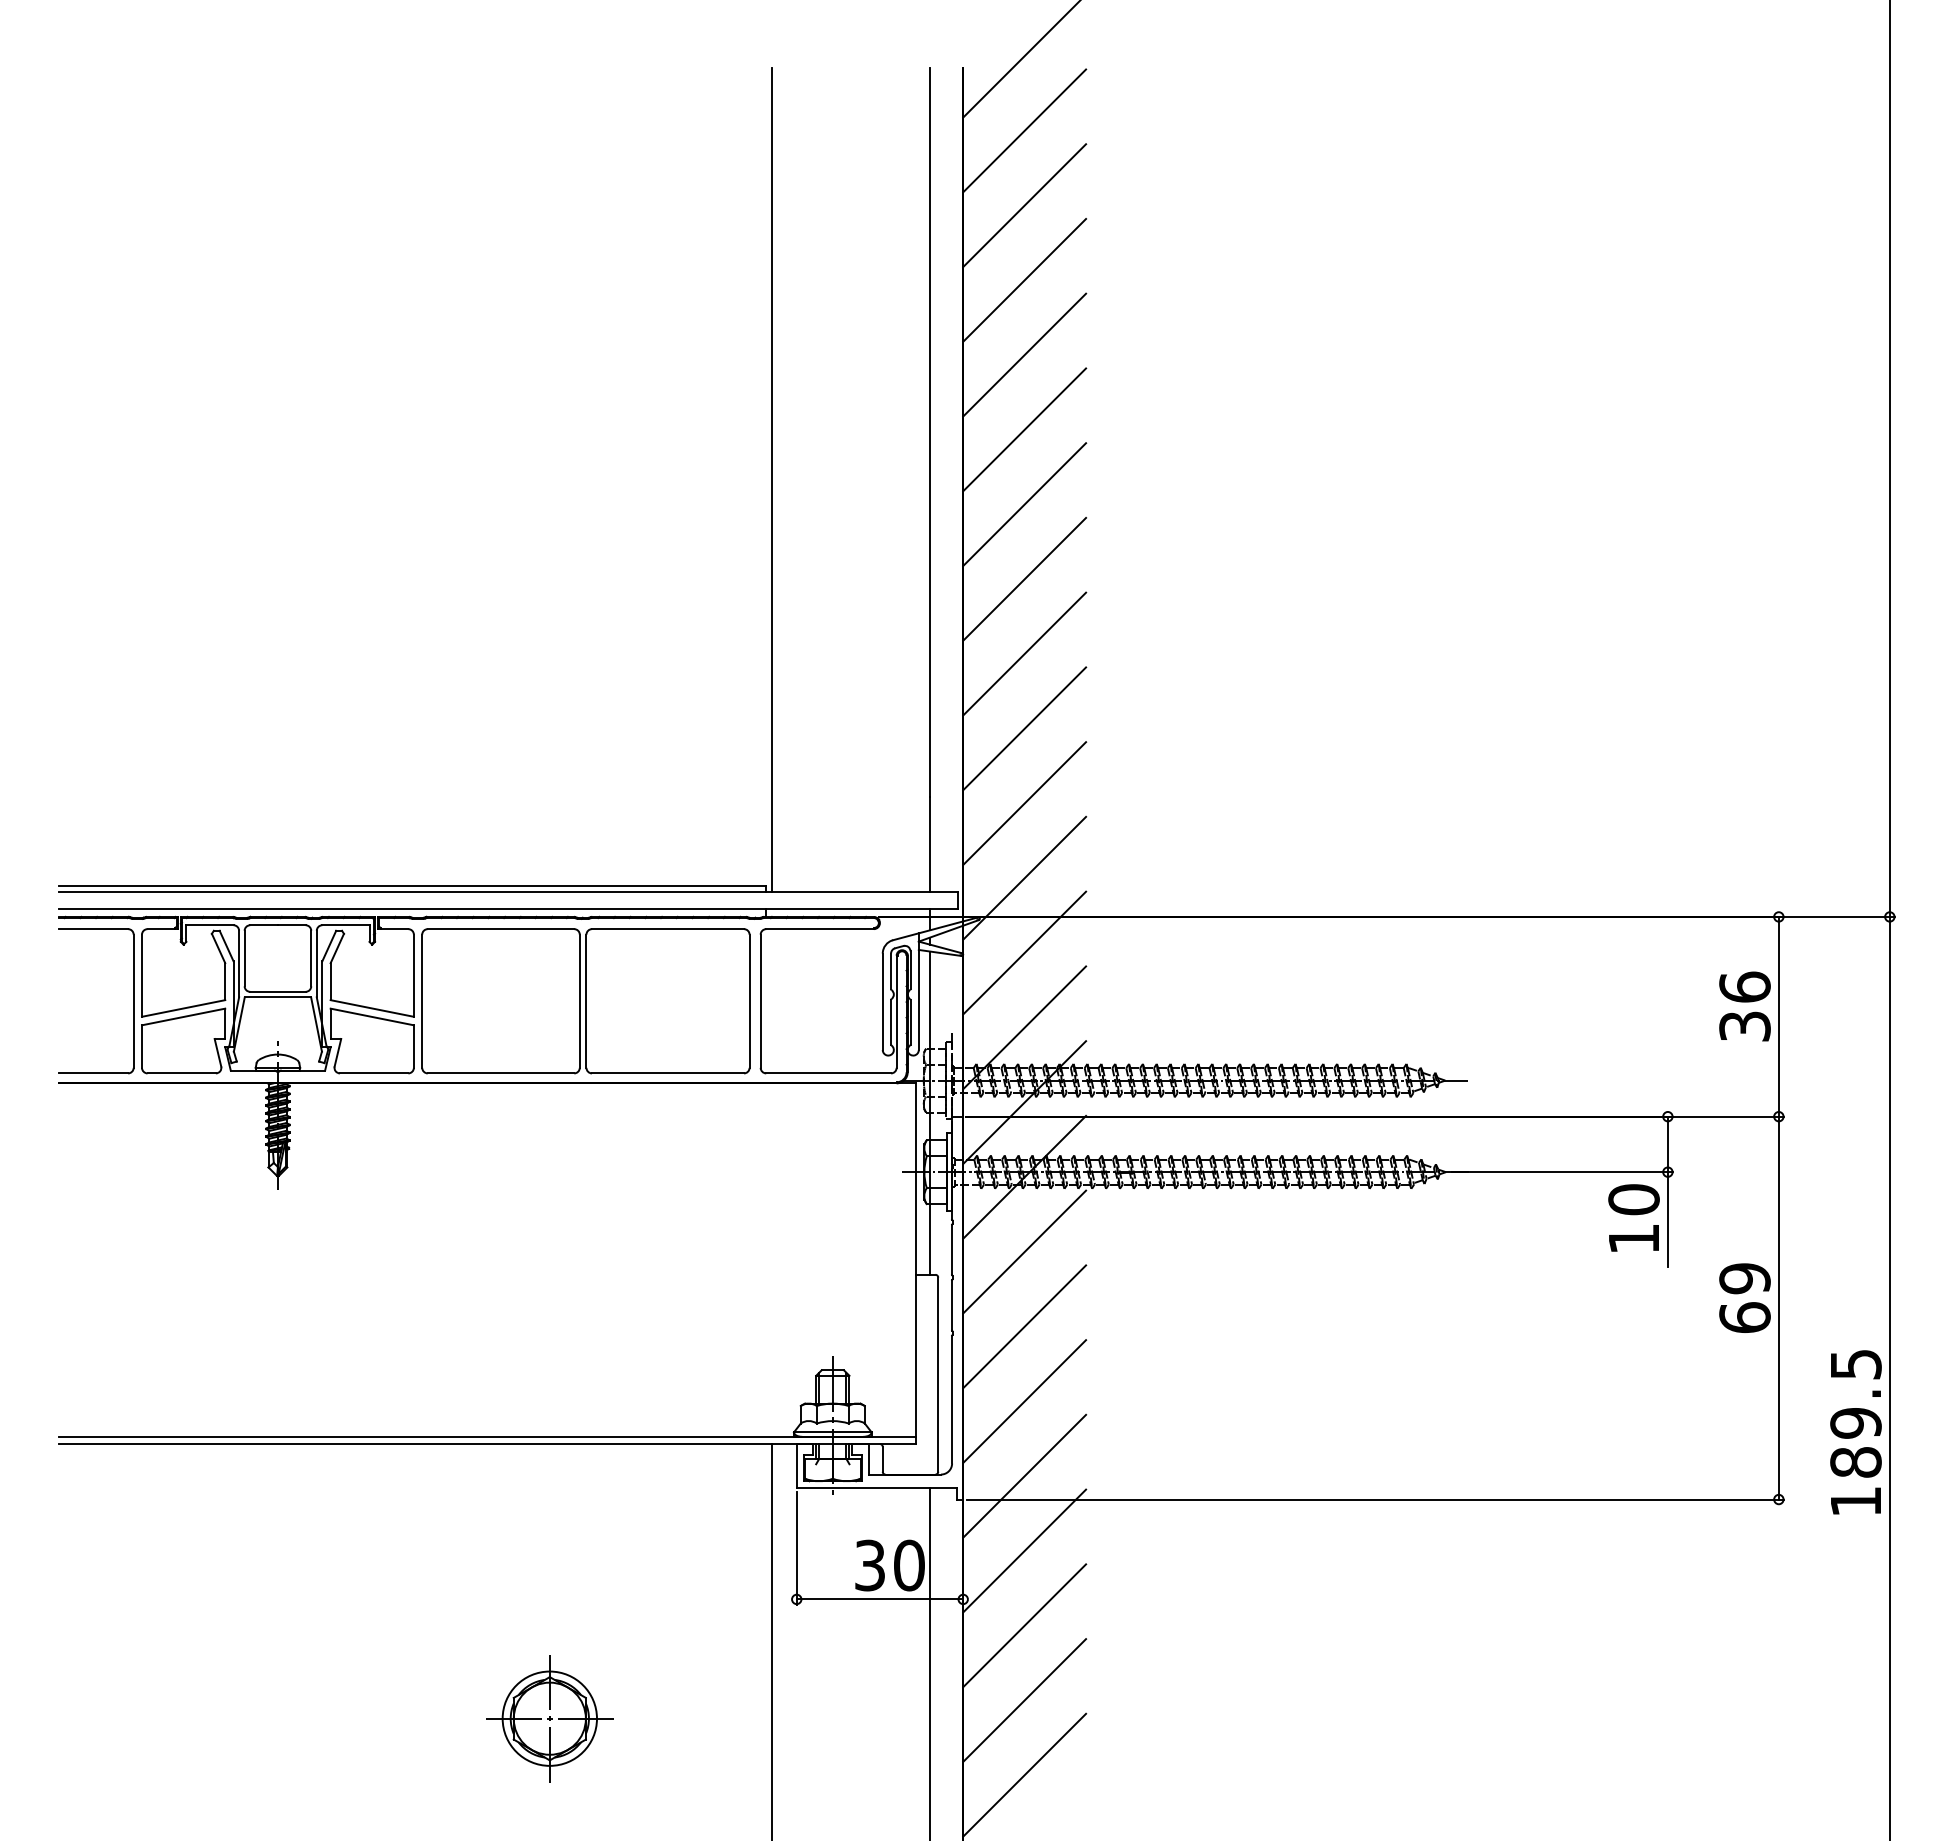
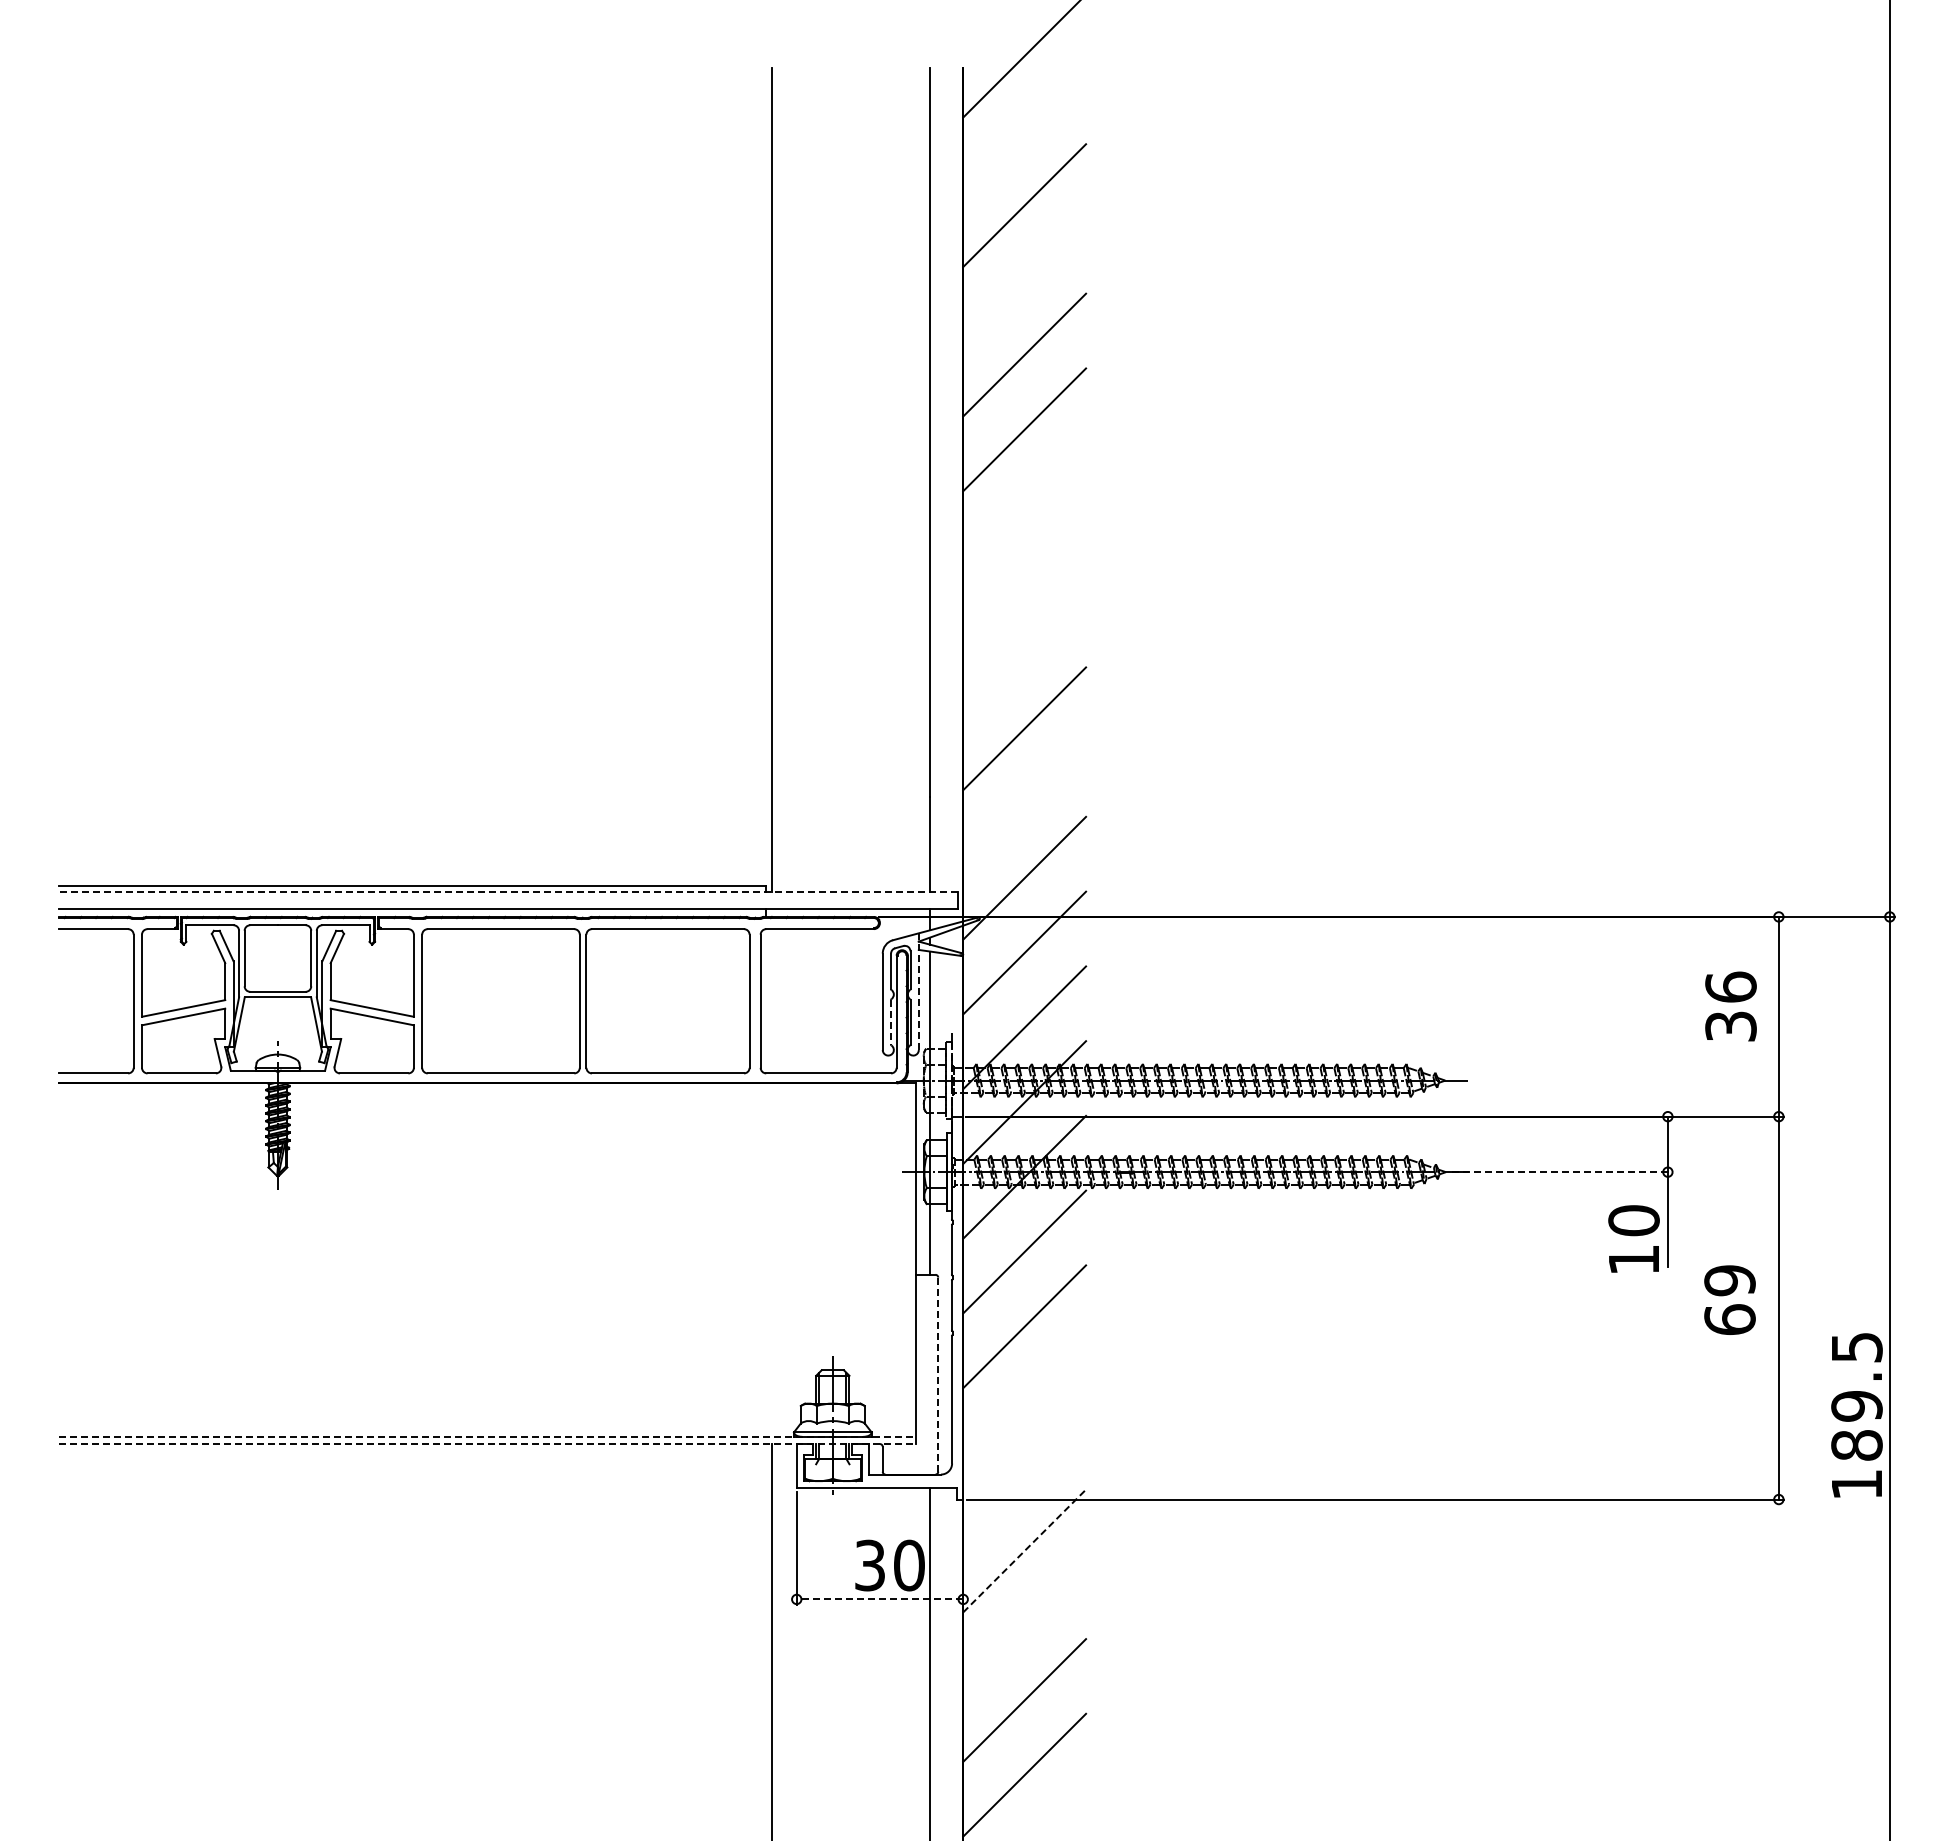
line at (1024, 130): present -> none
line at (1024, 279): present -> none
line at (1024, 504): present -> none
line at (1024, 578): present -> none
line at (1024, 653): present -> none
line at (1024, 803): present -> none
line at (508, 891): solid -> dashed
line at (918, 991): solid -> dashed
text at (1744, 1006) position: (1744, 1006) -> (1730, 1006)
line at (891, 1022): solid -> dashed
line at (1562, 1172): solid -> dashed
text at (1633, 1217) position: (1633, 1217) -> (1633, 1238)
text at (1744, 1297) position: (1744, 1297) -> (1729, 1299)
line at (938, 1375): solid -> dashed
line at (1024, 1401): present -> none
text at (1855, 1432) position: (1855, 1432) -> (1856, 1415)
line at (487, 1436): solid -> dashed
line at (487, 1444): solid -> dashed
line at (1024, 1475): present -> none
line at (1024, 1551): solid -> dashed
line at (879, 1599): solid -> dashed
line at (1024, 1625): present -> none
part at (549, 1718): present -> none
